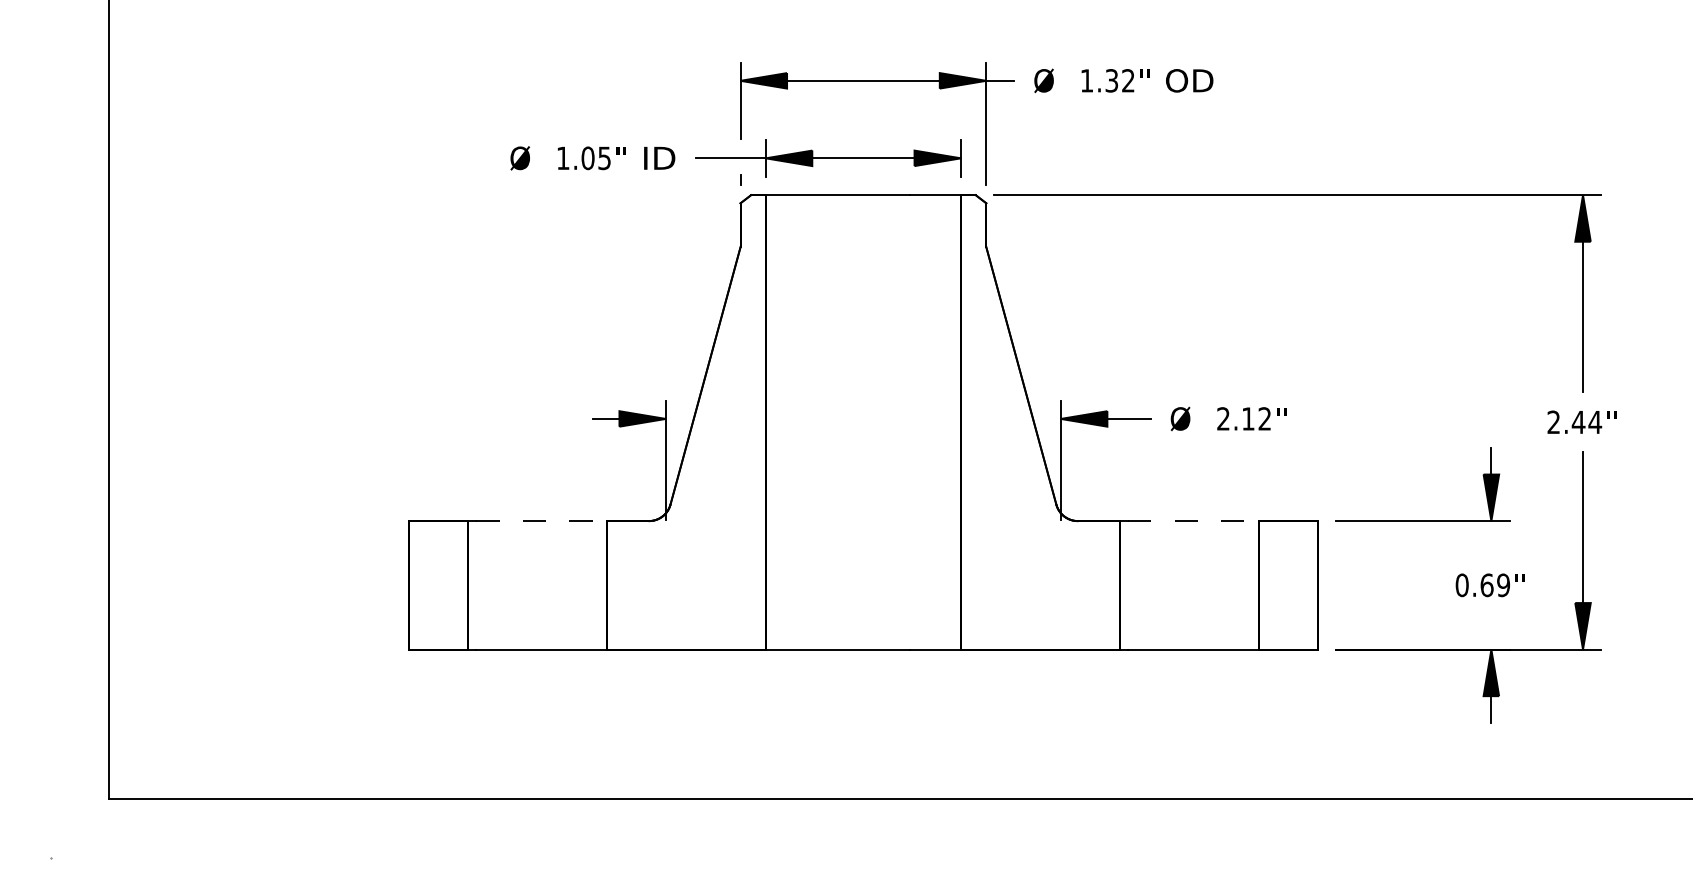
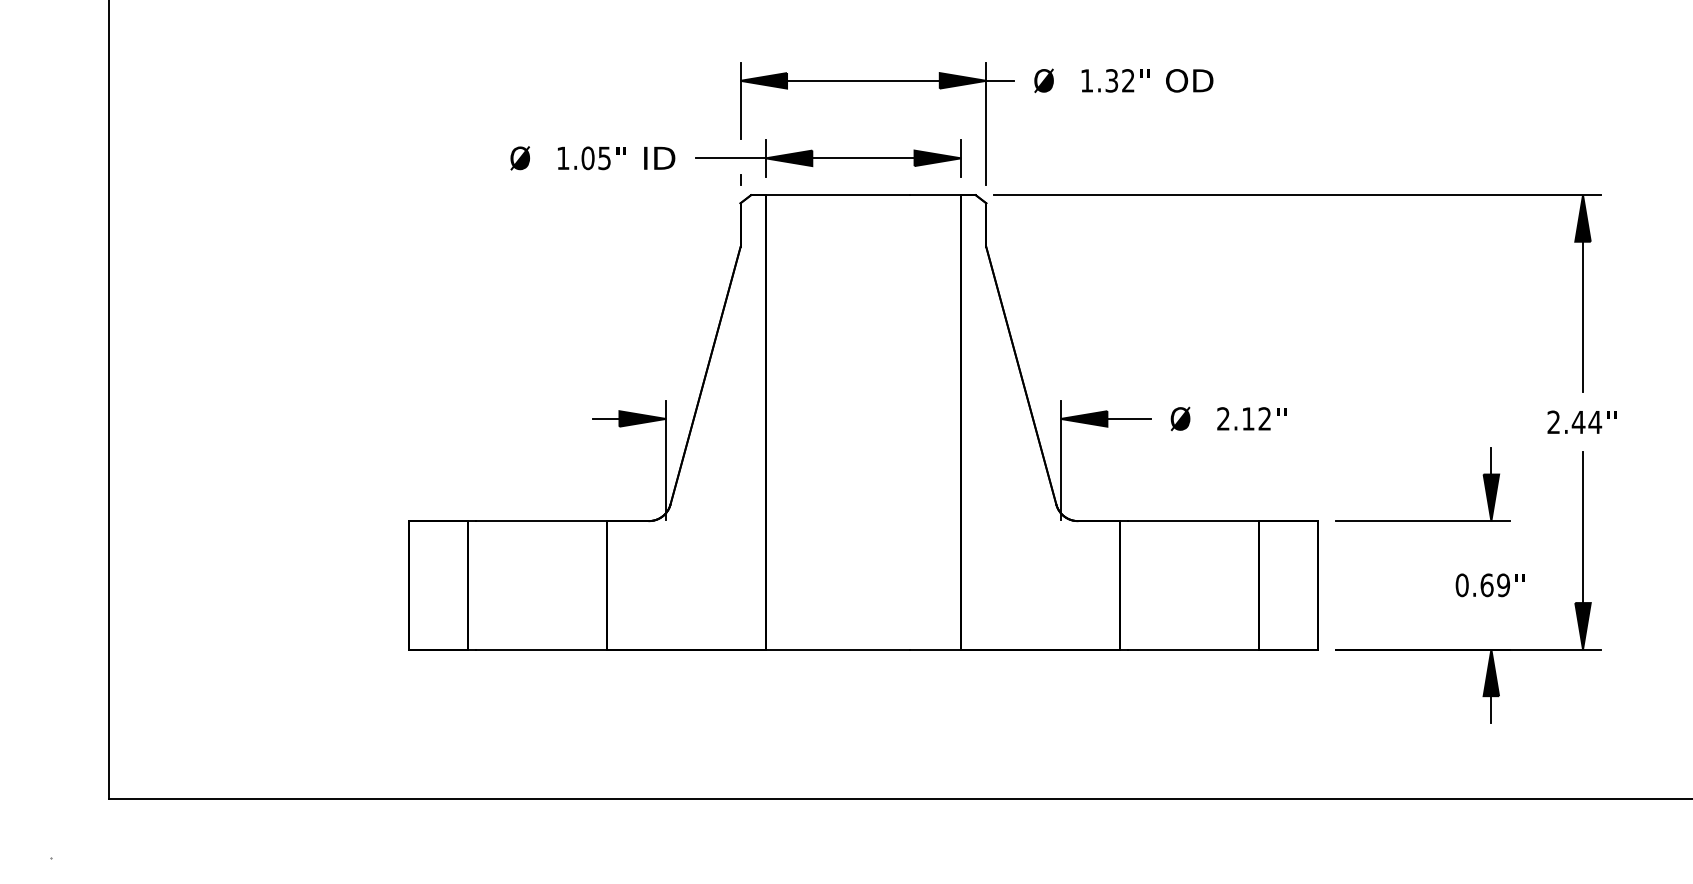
line at (541, 521): dashed -> solid
line at (1193, 521): dashed -> solid
